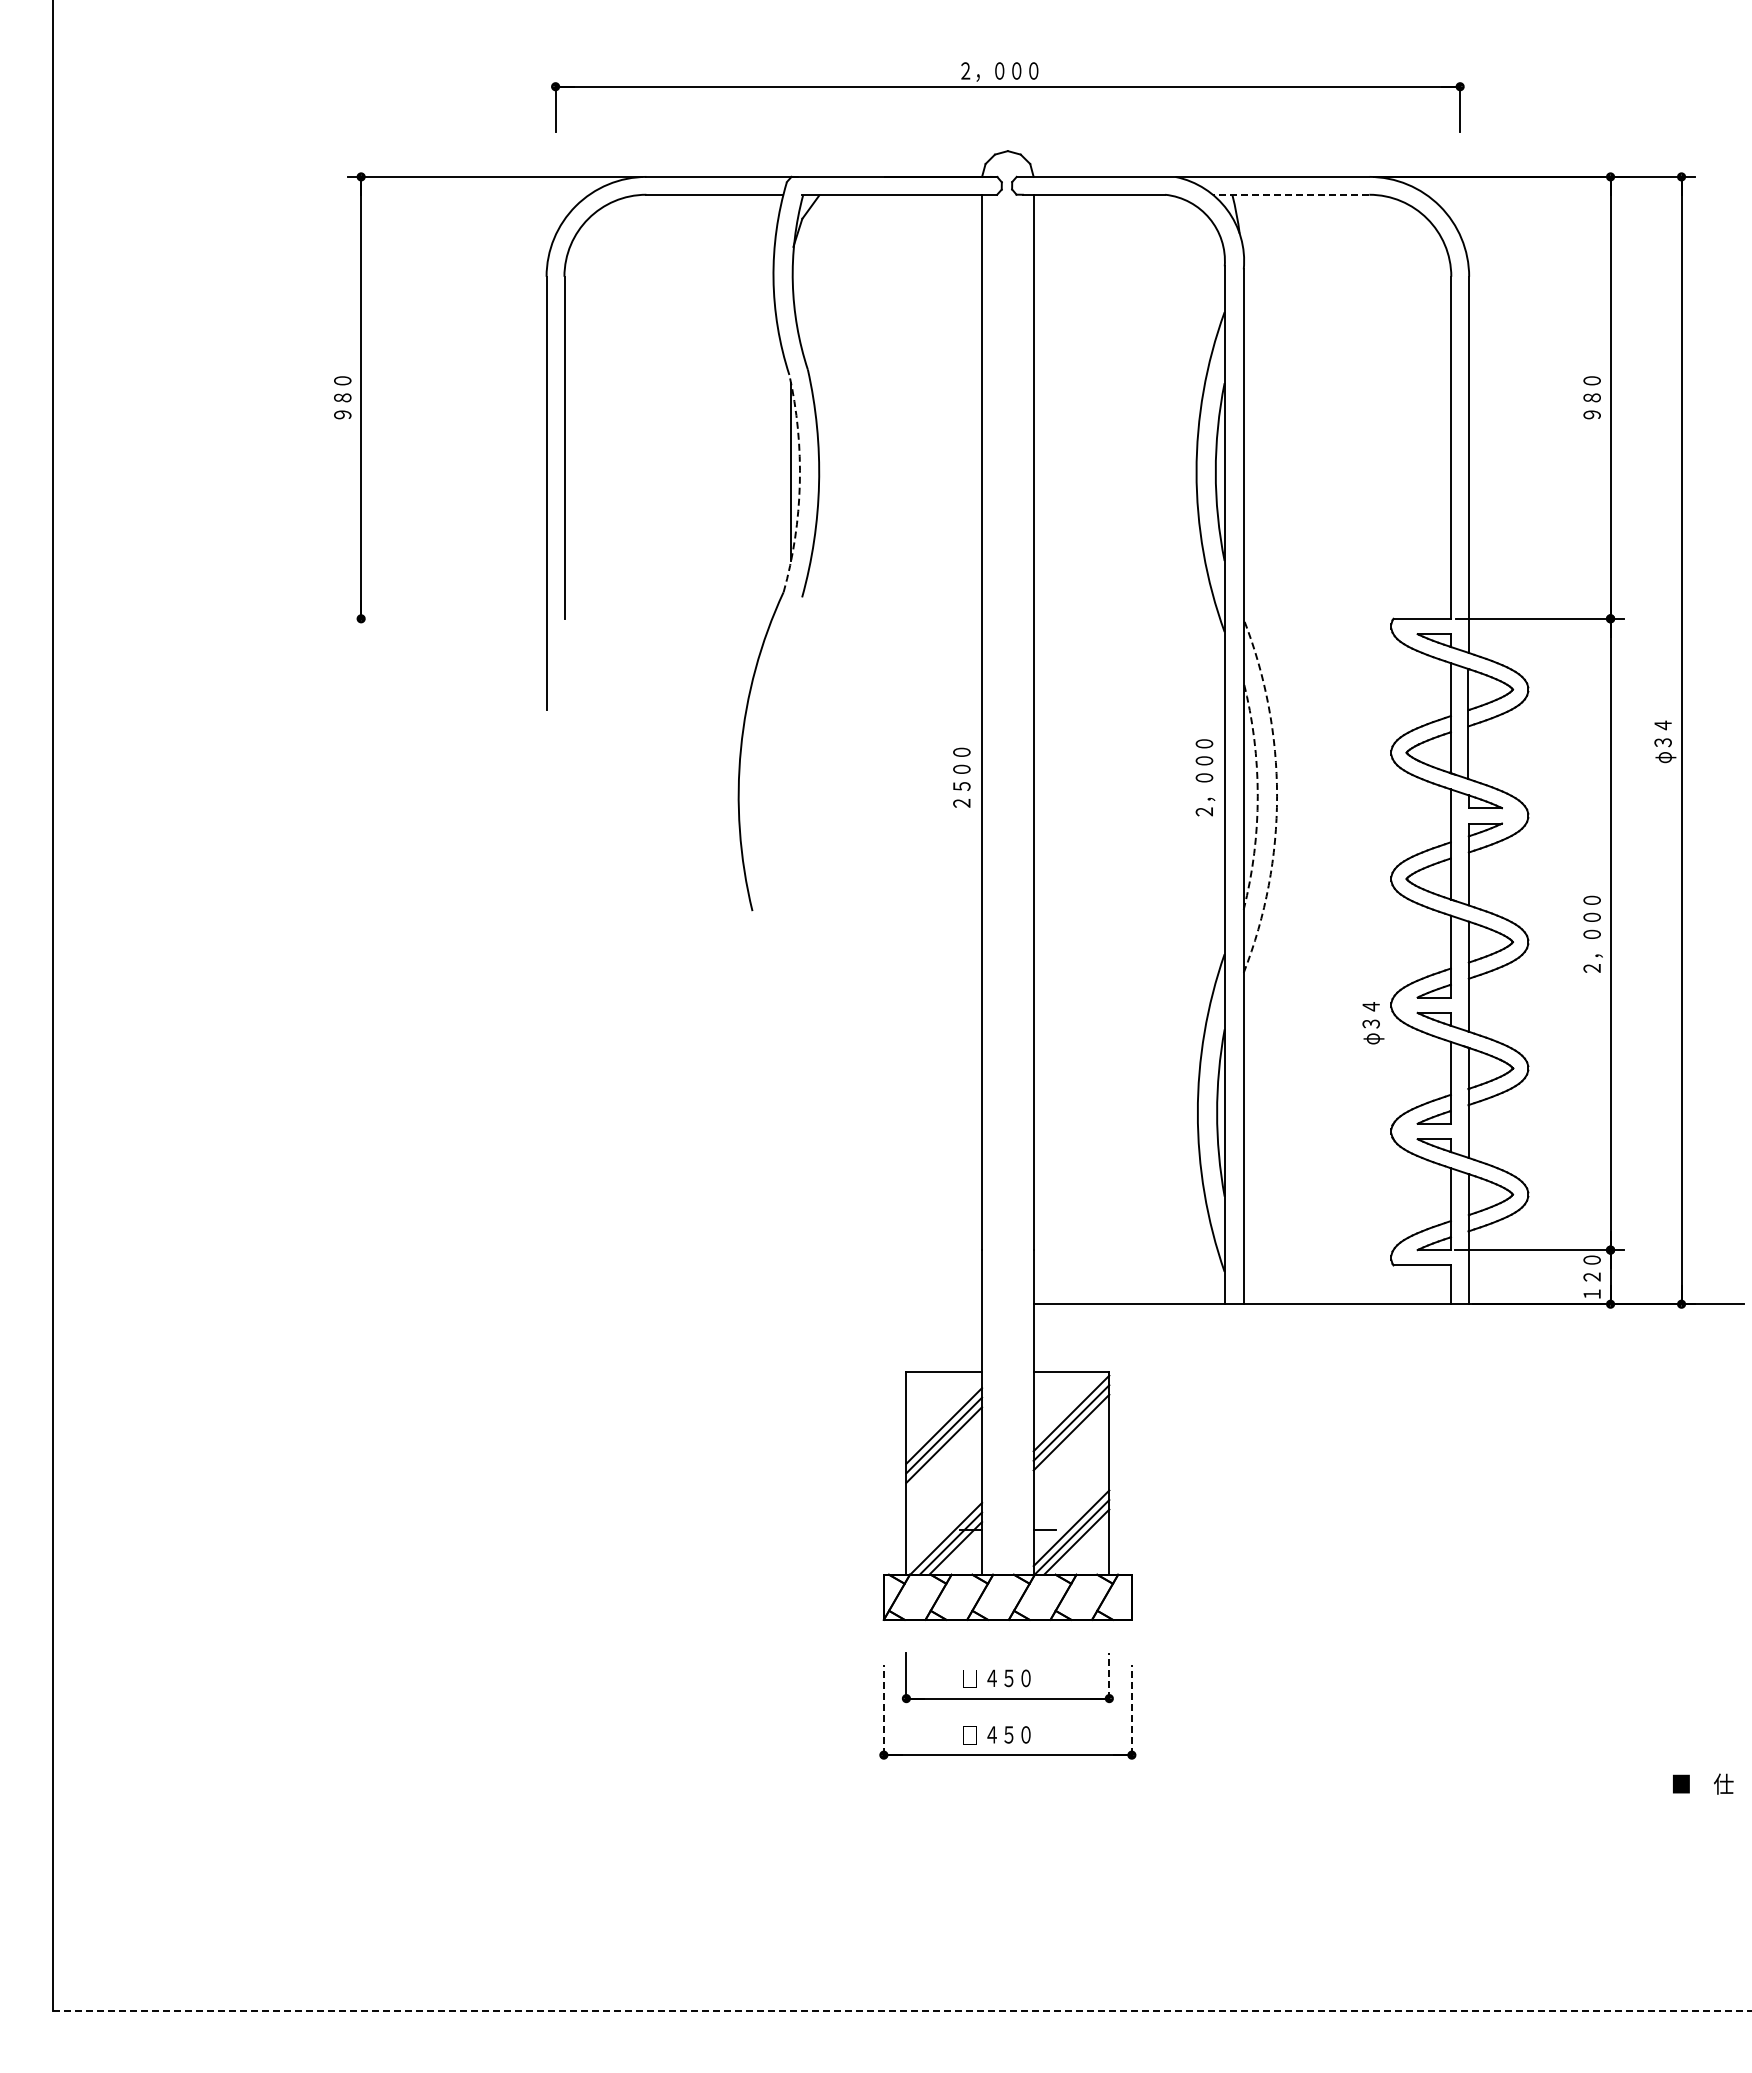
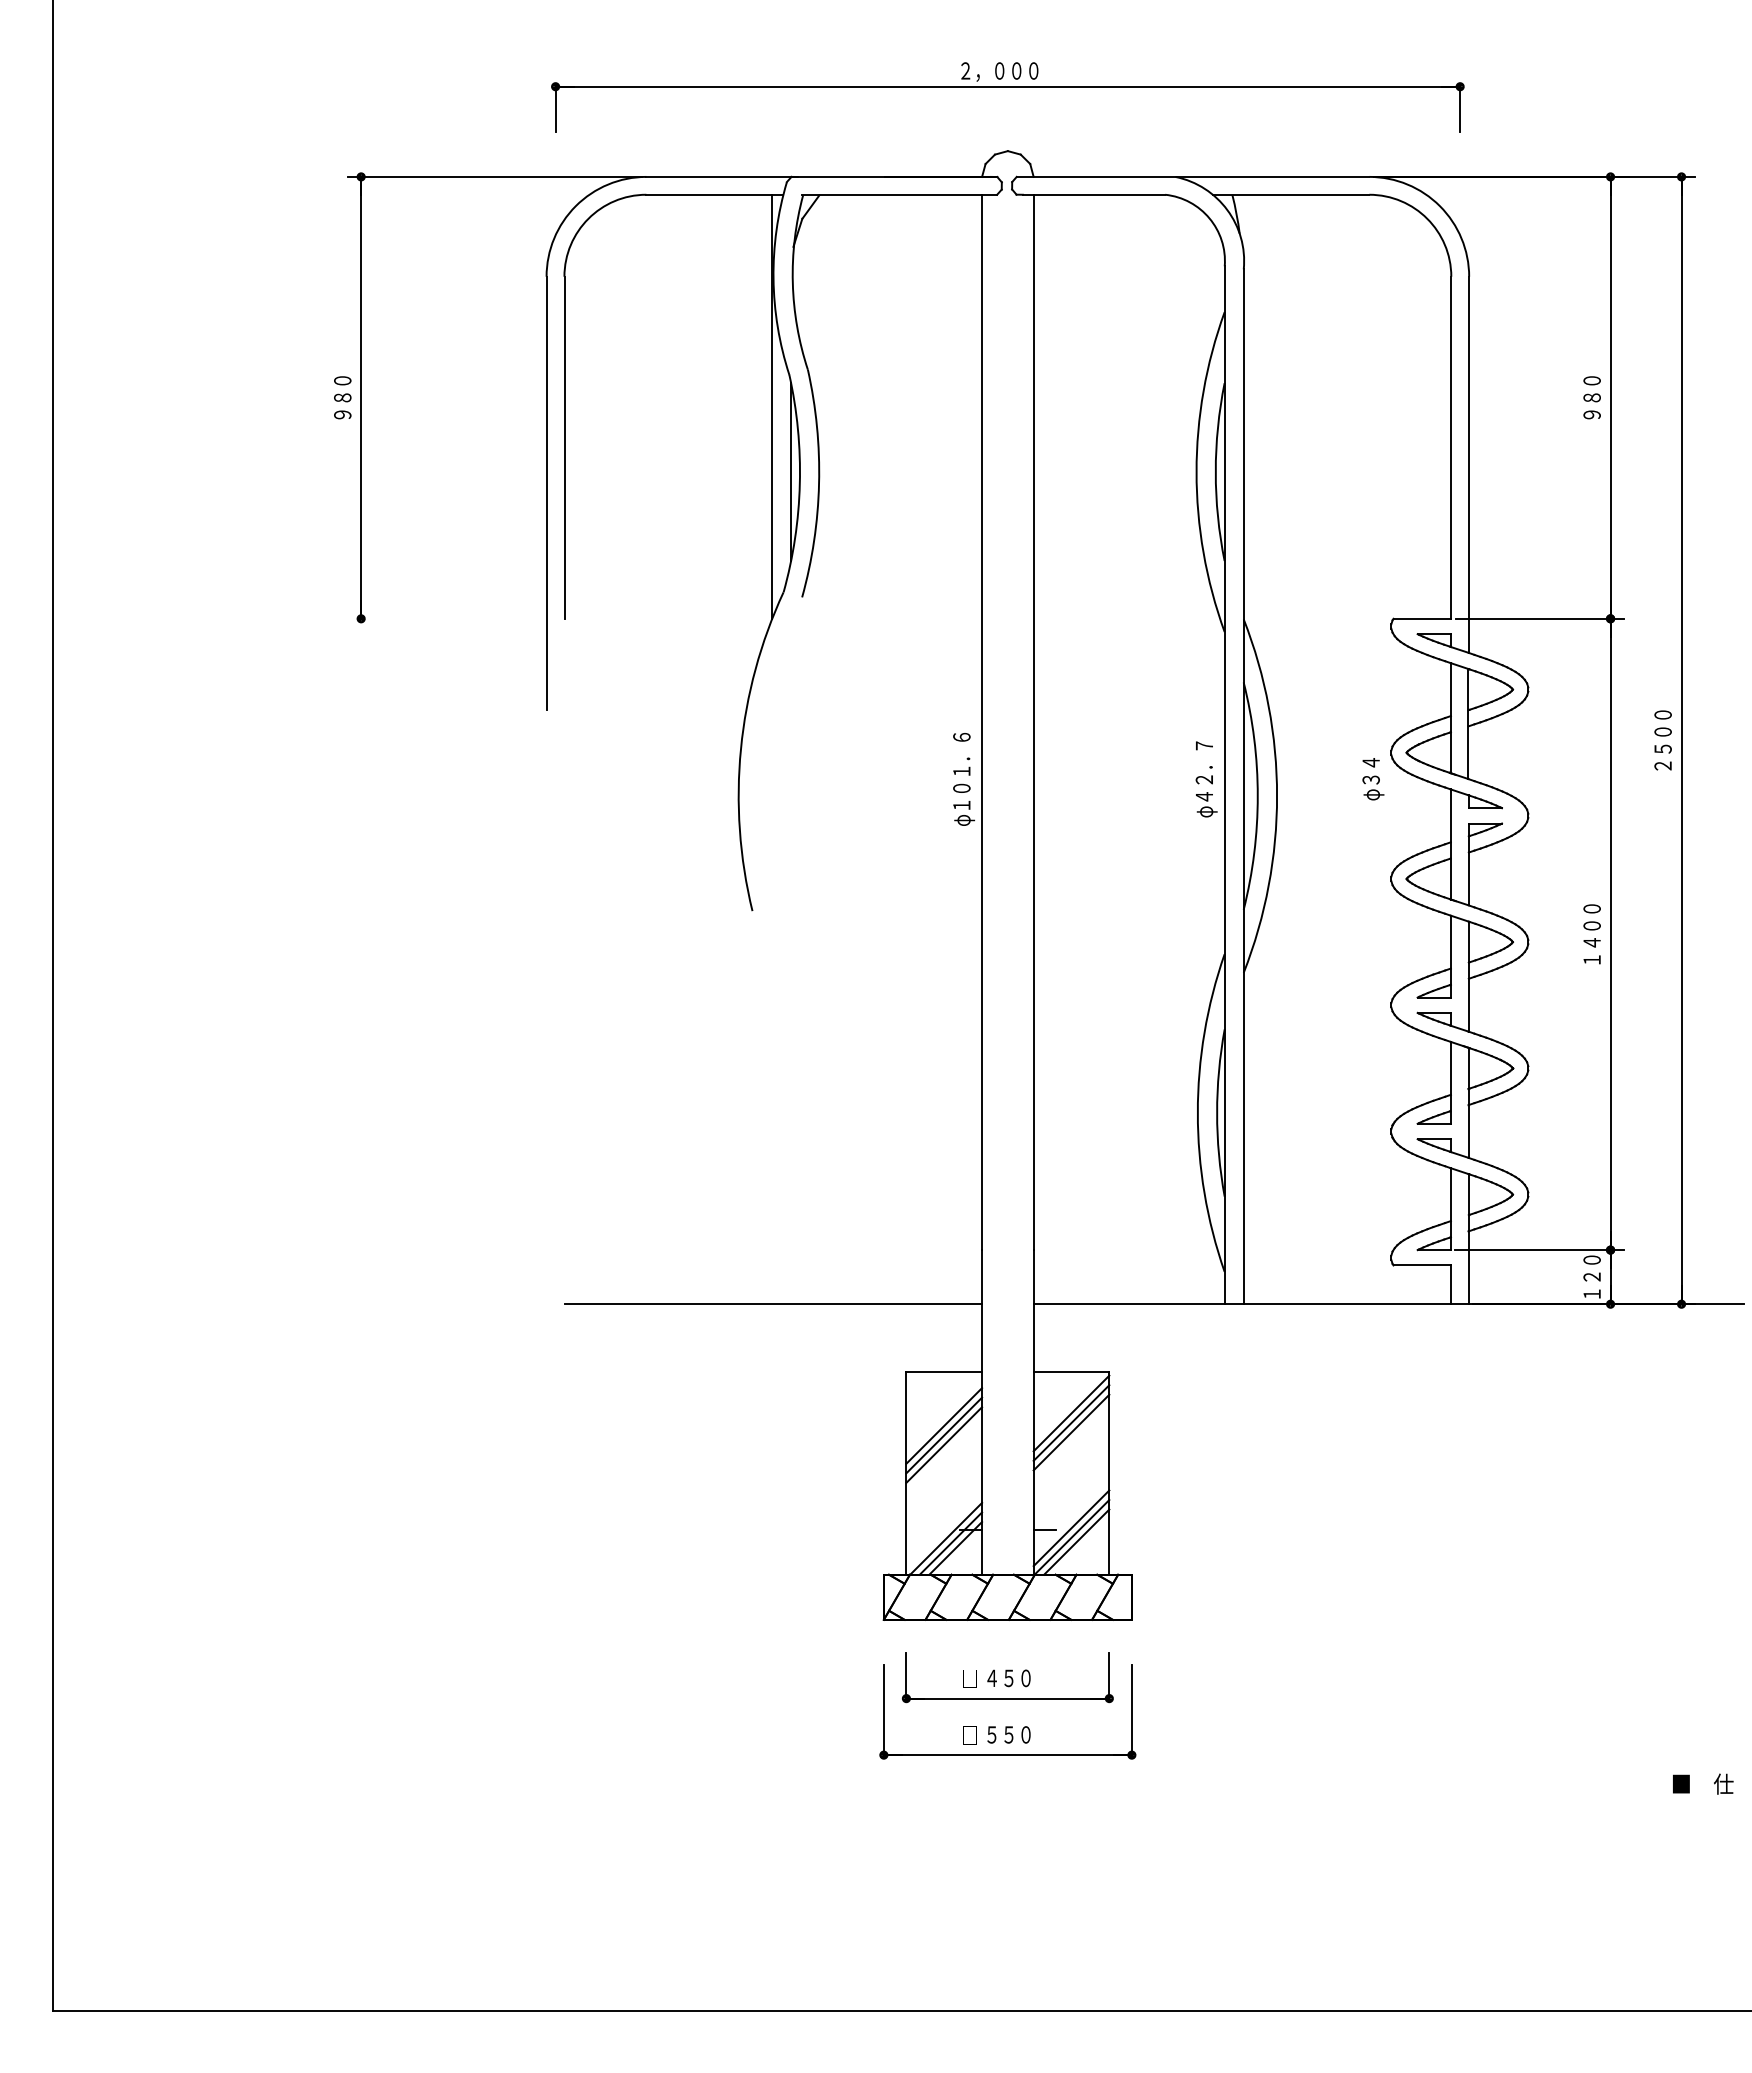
line at (1290, 194): dashed -> solid
line at (772, 406): none -> present
arc at (799, 483): dashed -> solid
text at (1665, 740): φ３４ -> ２５００
text at (1206, 778): ２，０００ -> φ４２．７
text at (964, 779): ２５００ -> φ１０１．６
arc at (1257, 796): dashed -> solid
arc at (1277, 796): dashed -> solid
text at (1592, 933): ２，０００ -> １４００
text at (1373, 1023) position: (1373, 1023) -> (1373, 779)
line at (773, 1304): none -> present
line at (1109, 1676): dashed -> solid
line at (883, 1709): dashed -> solid
line at (1131, 1709): dashed -> solid
text at (991, 1734): ４５０ -> ５５０
line at (902, 2010): dashed -> solid
